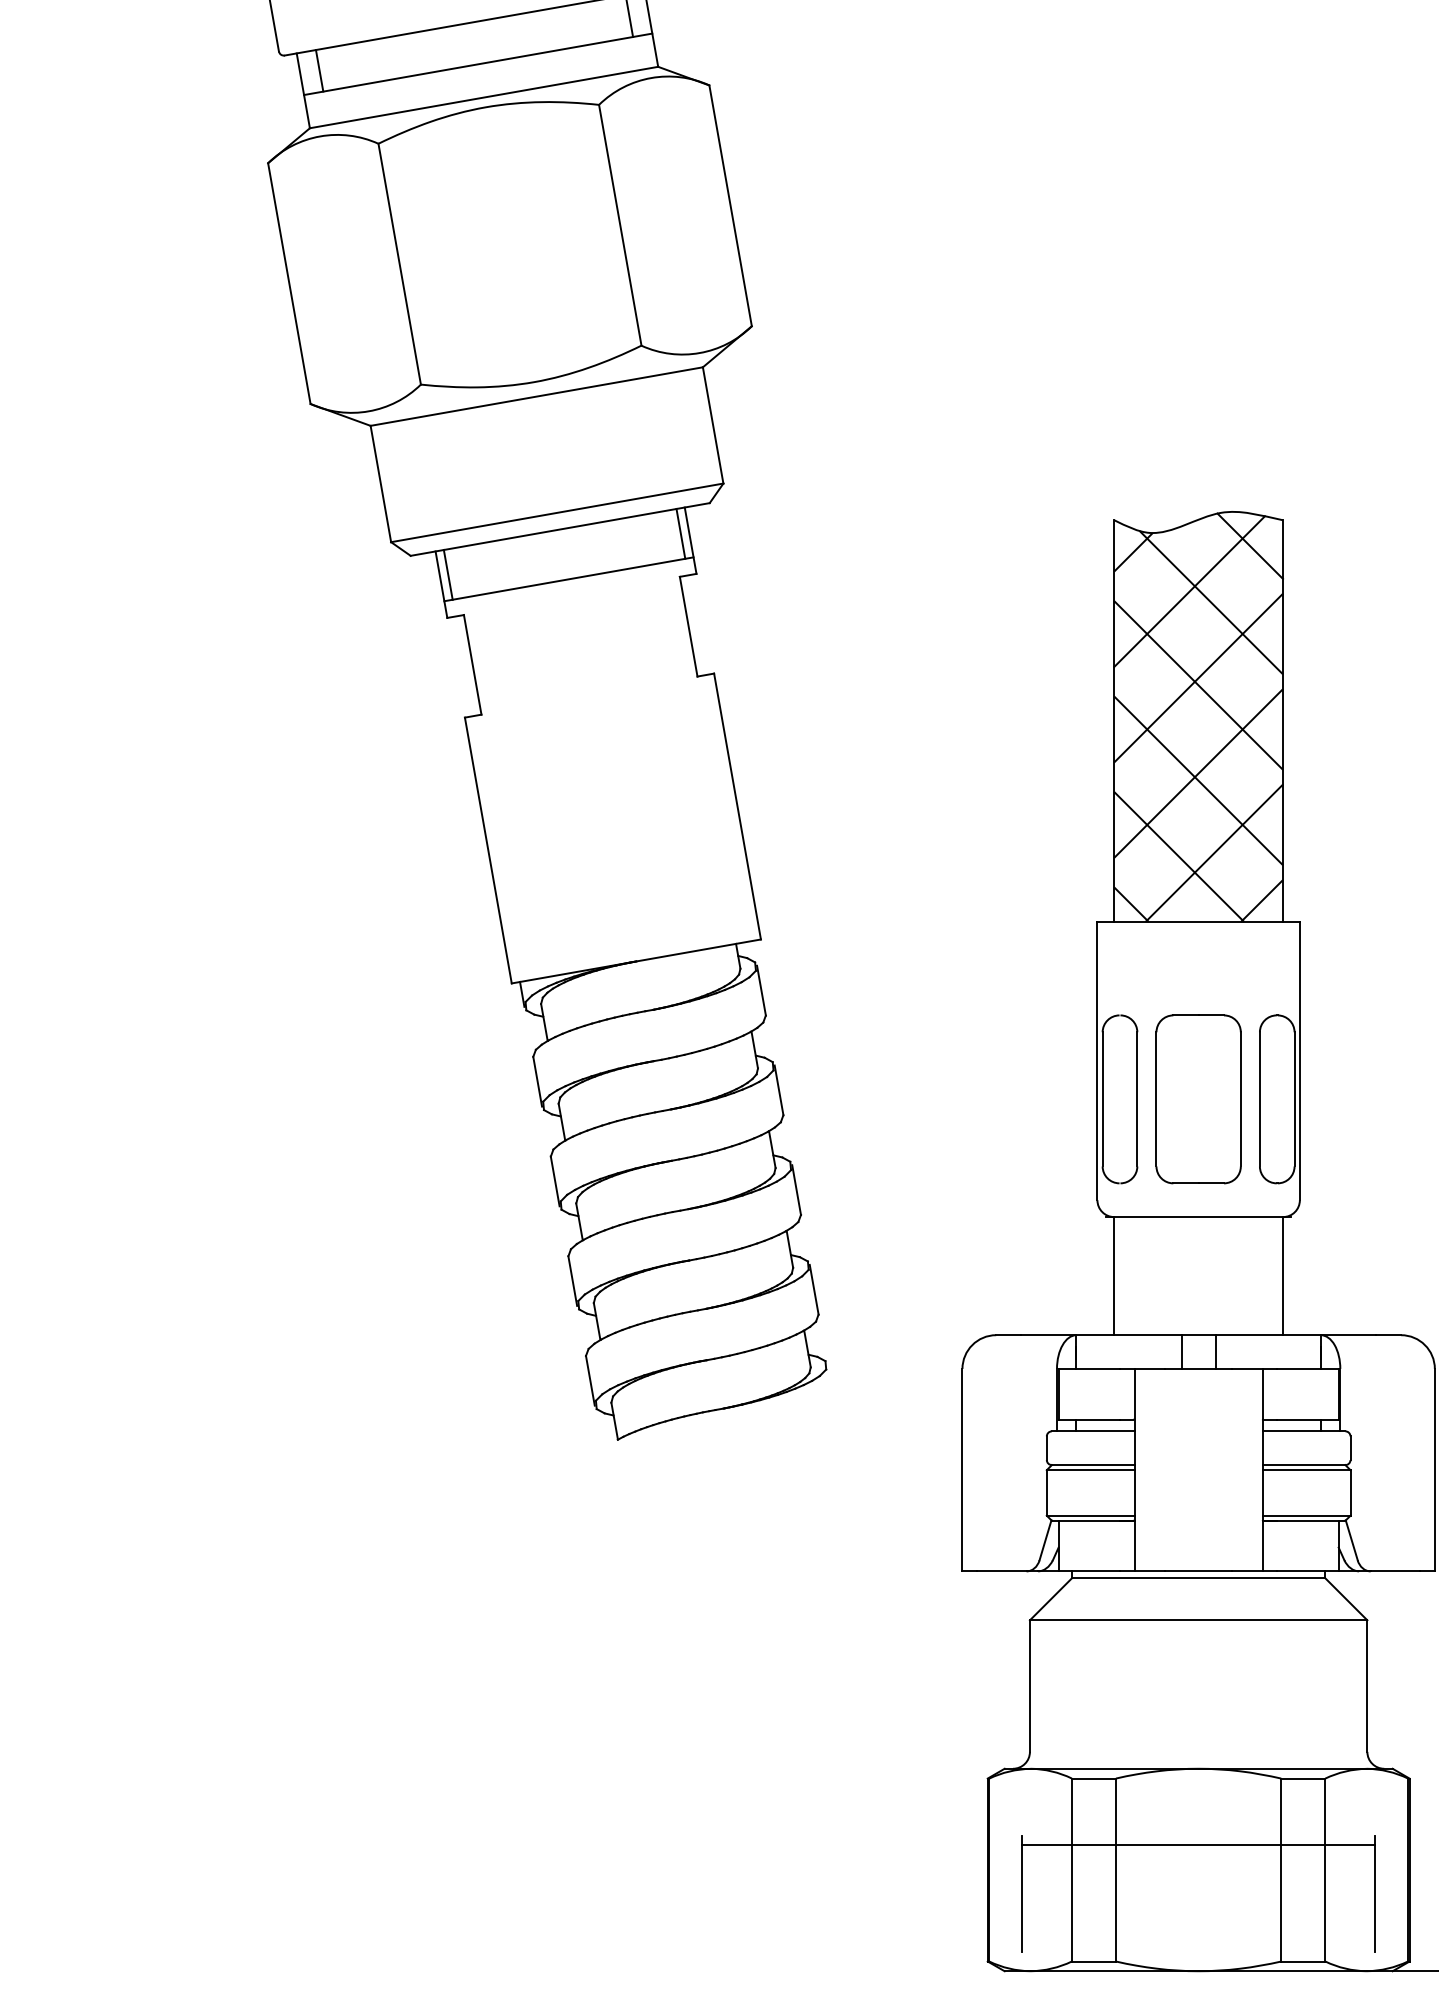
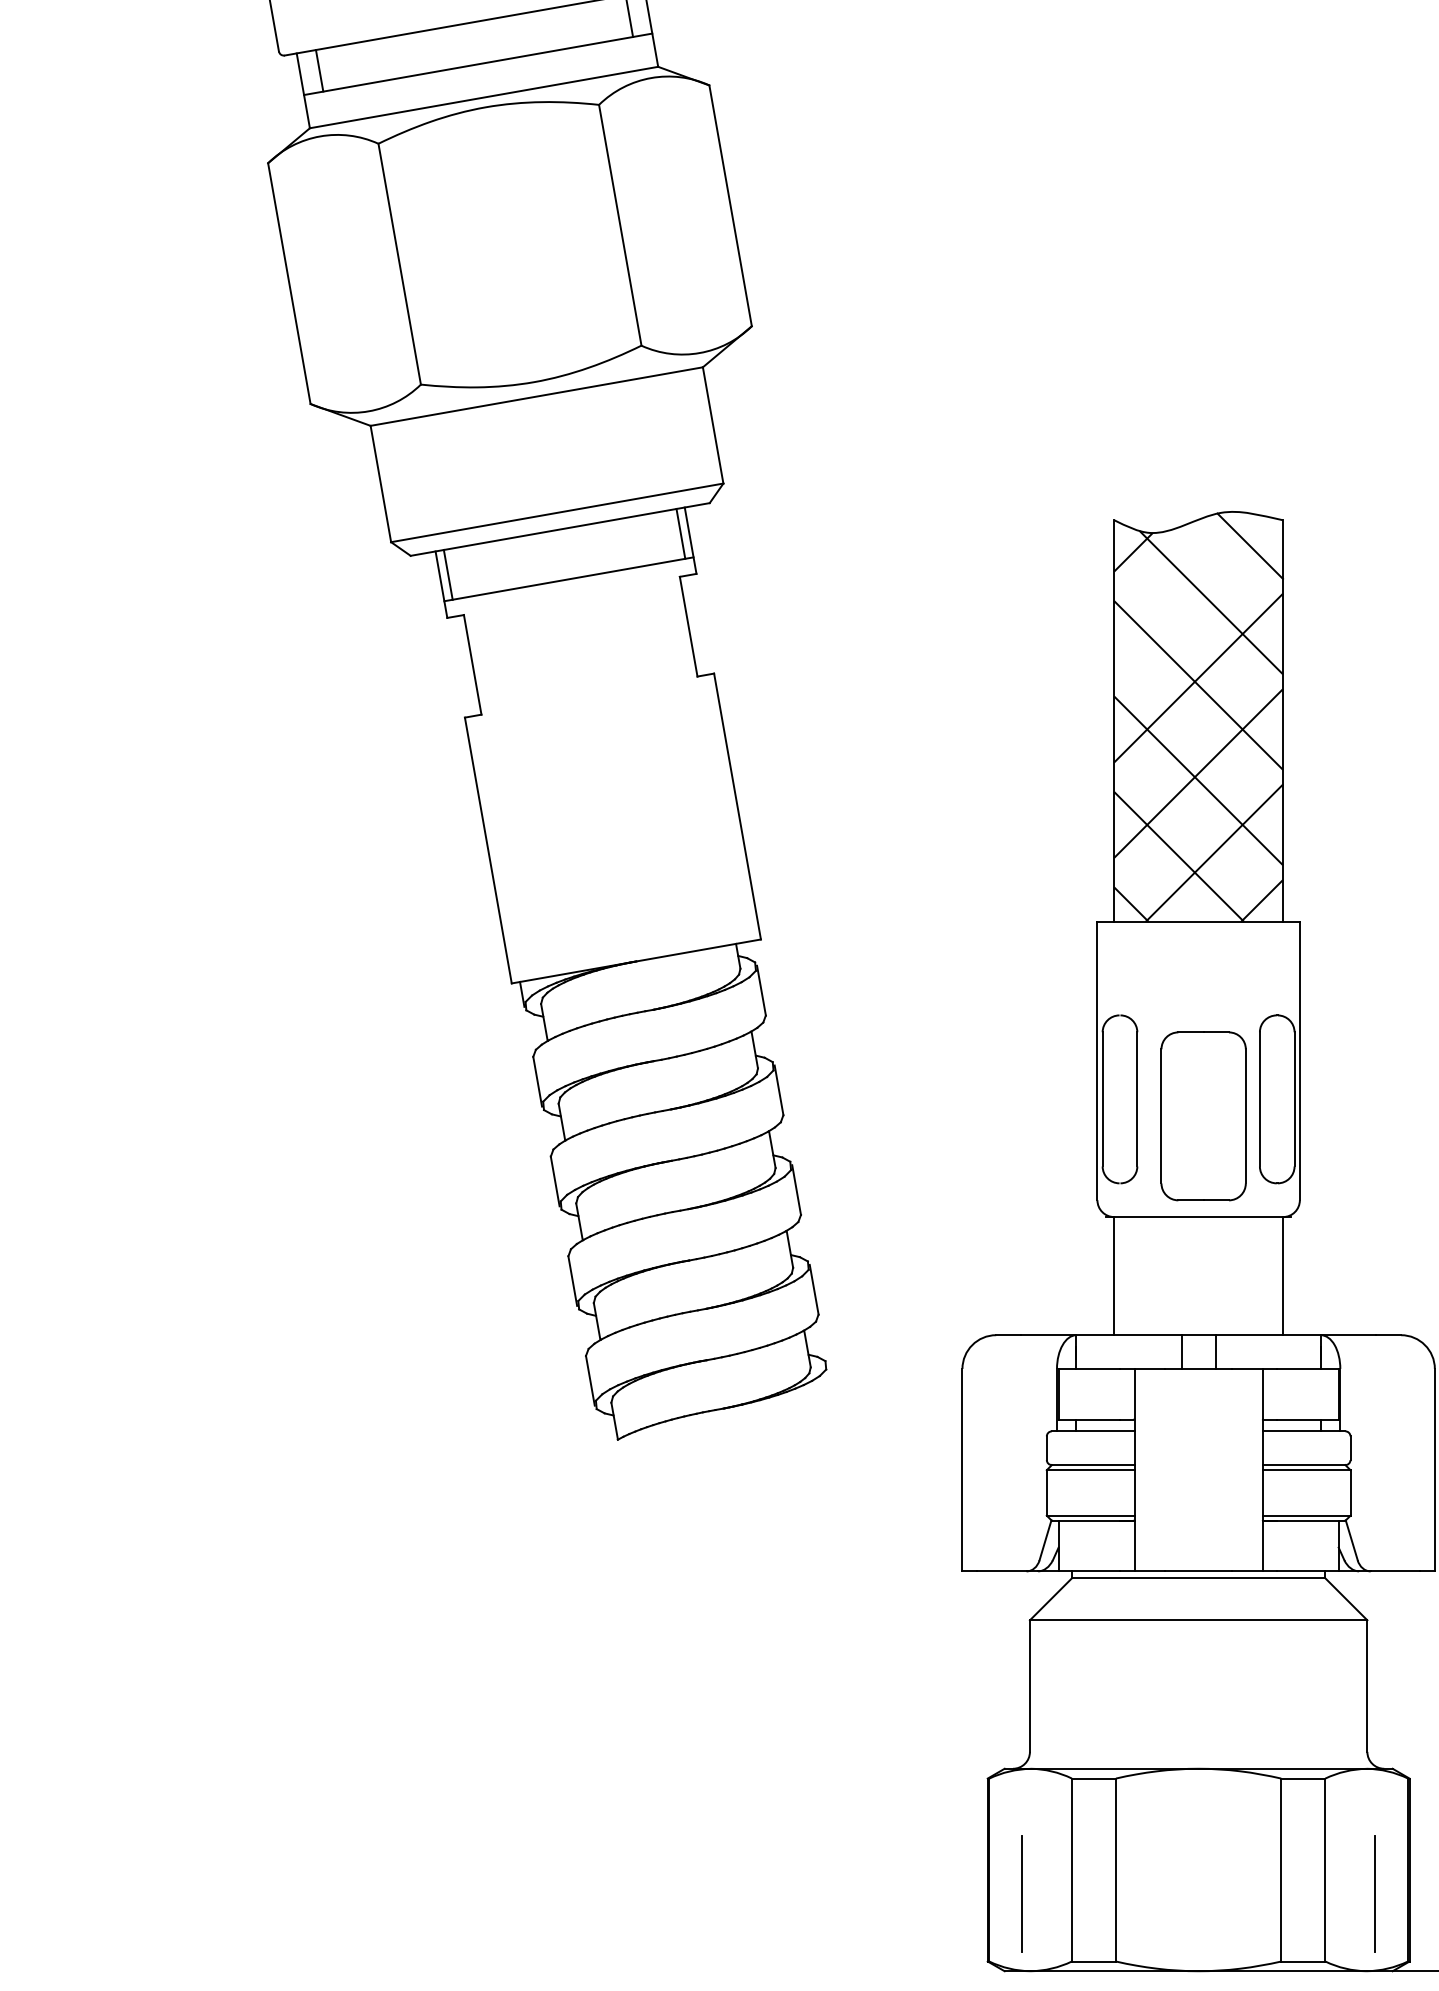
line at (1189, 591): present -> none
part at (1198, 1099) position: (1198, 1099) -> (1203, 1116)
line at (1198, 1844): present -> none
